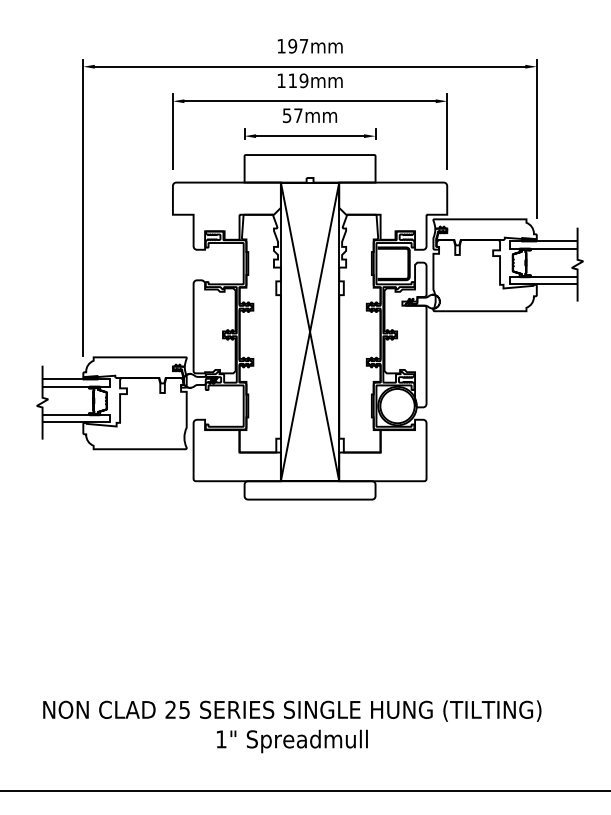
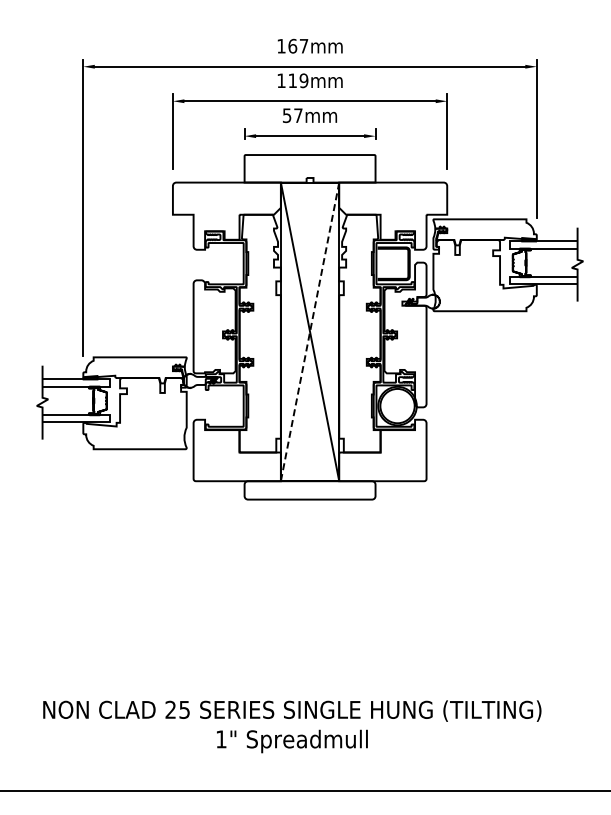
text at (292, 45): 197mm -> 167mm
line at (309, 332): solid -> dashed
